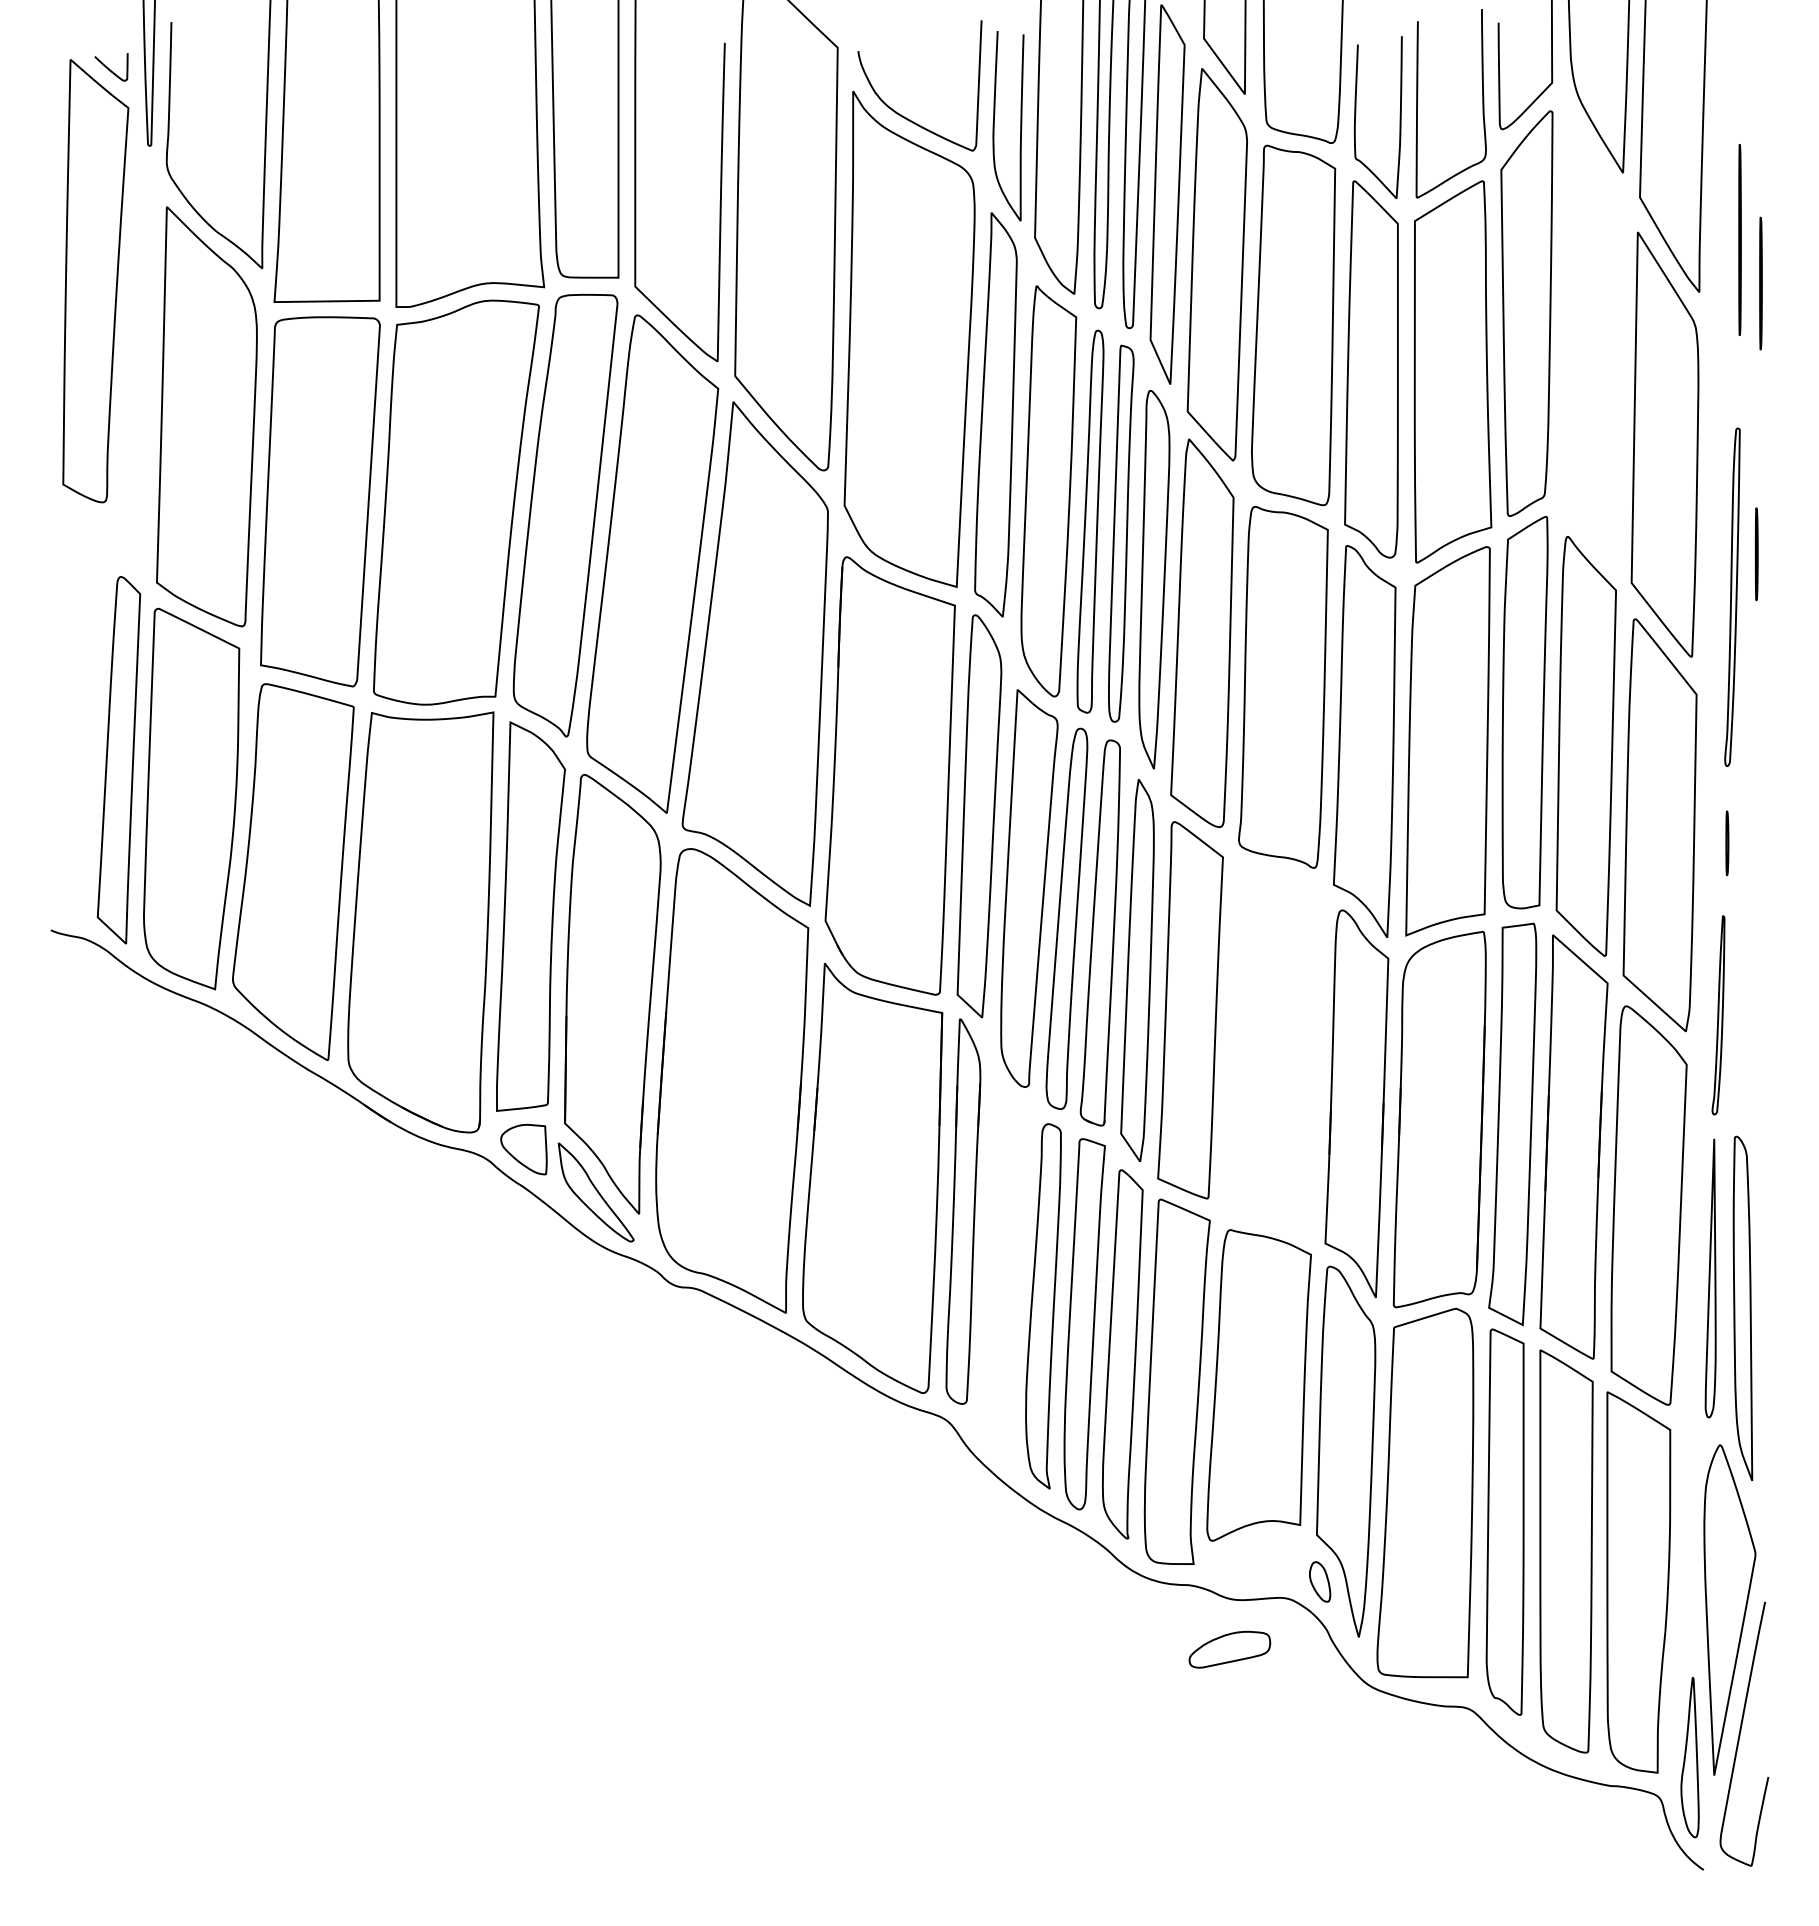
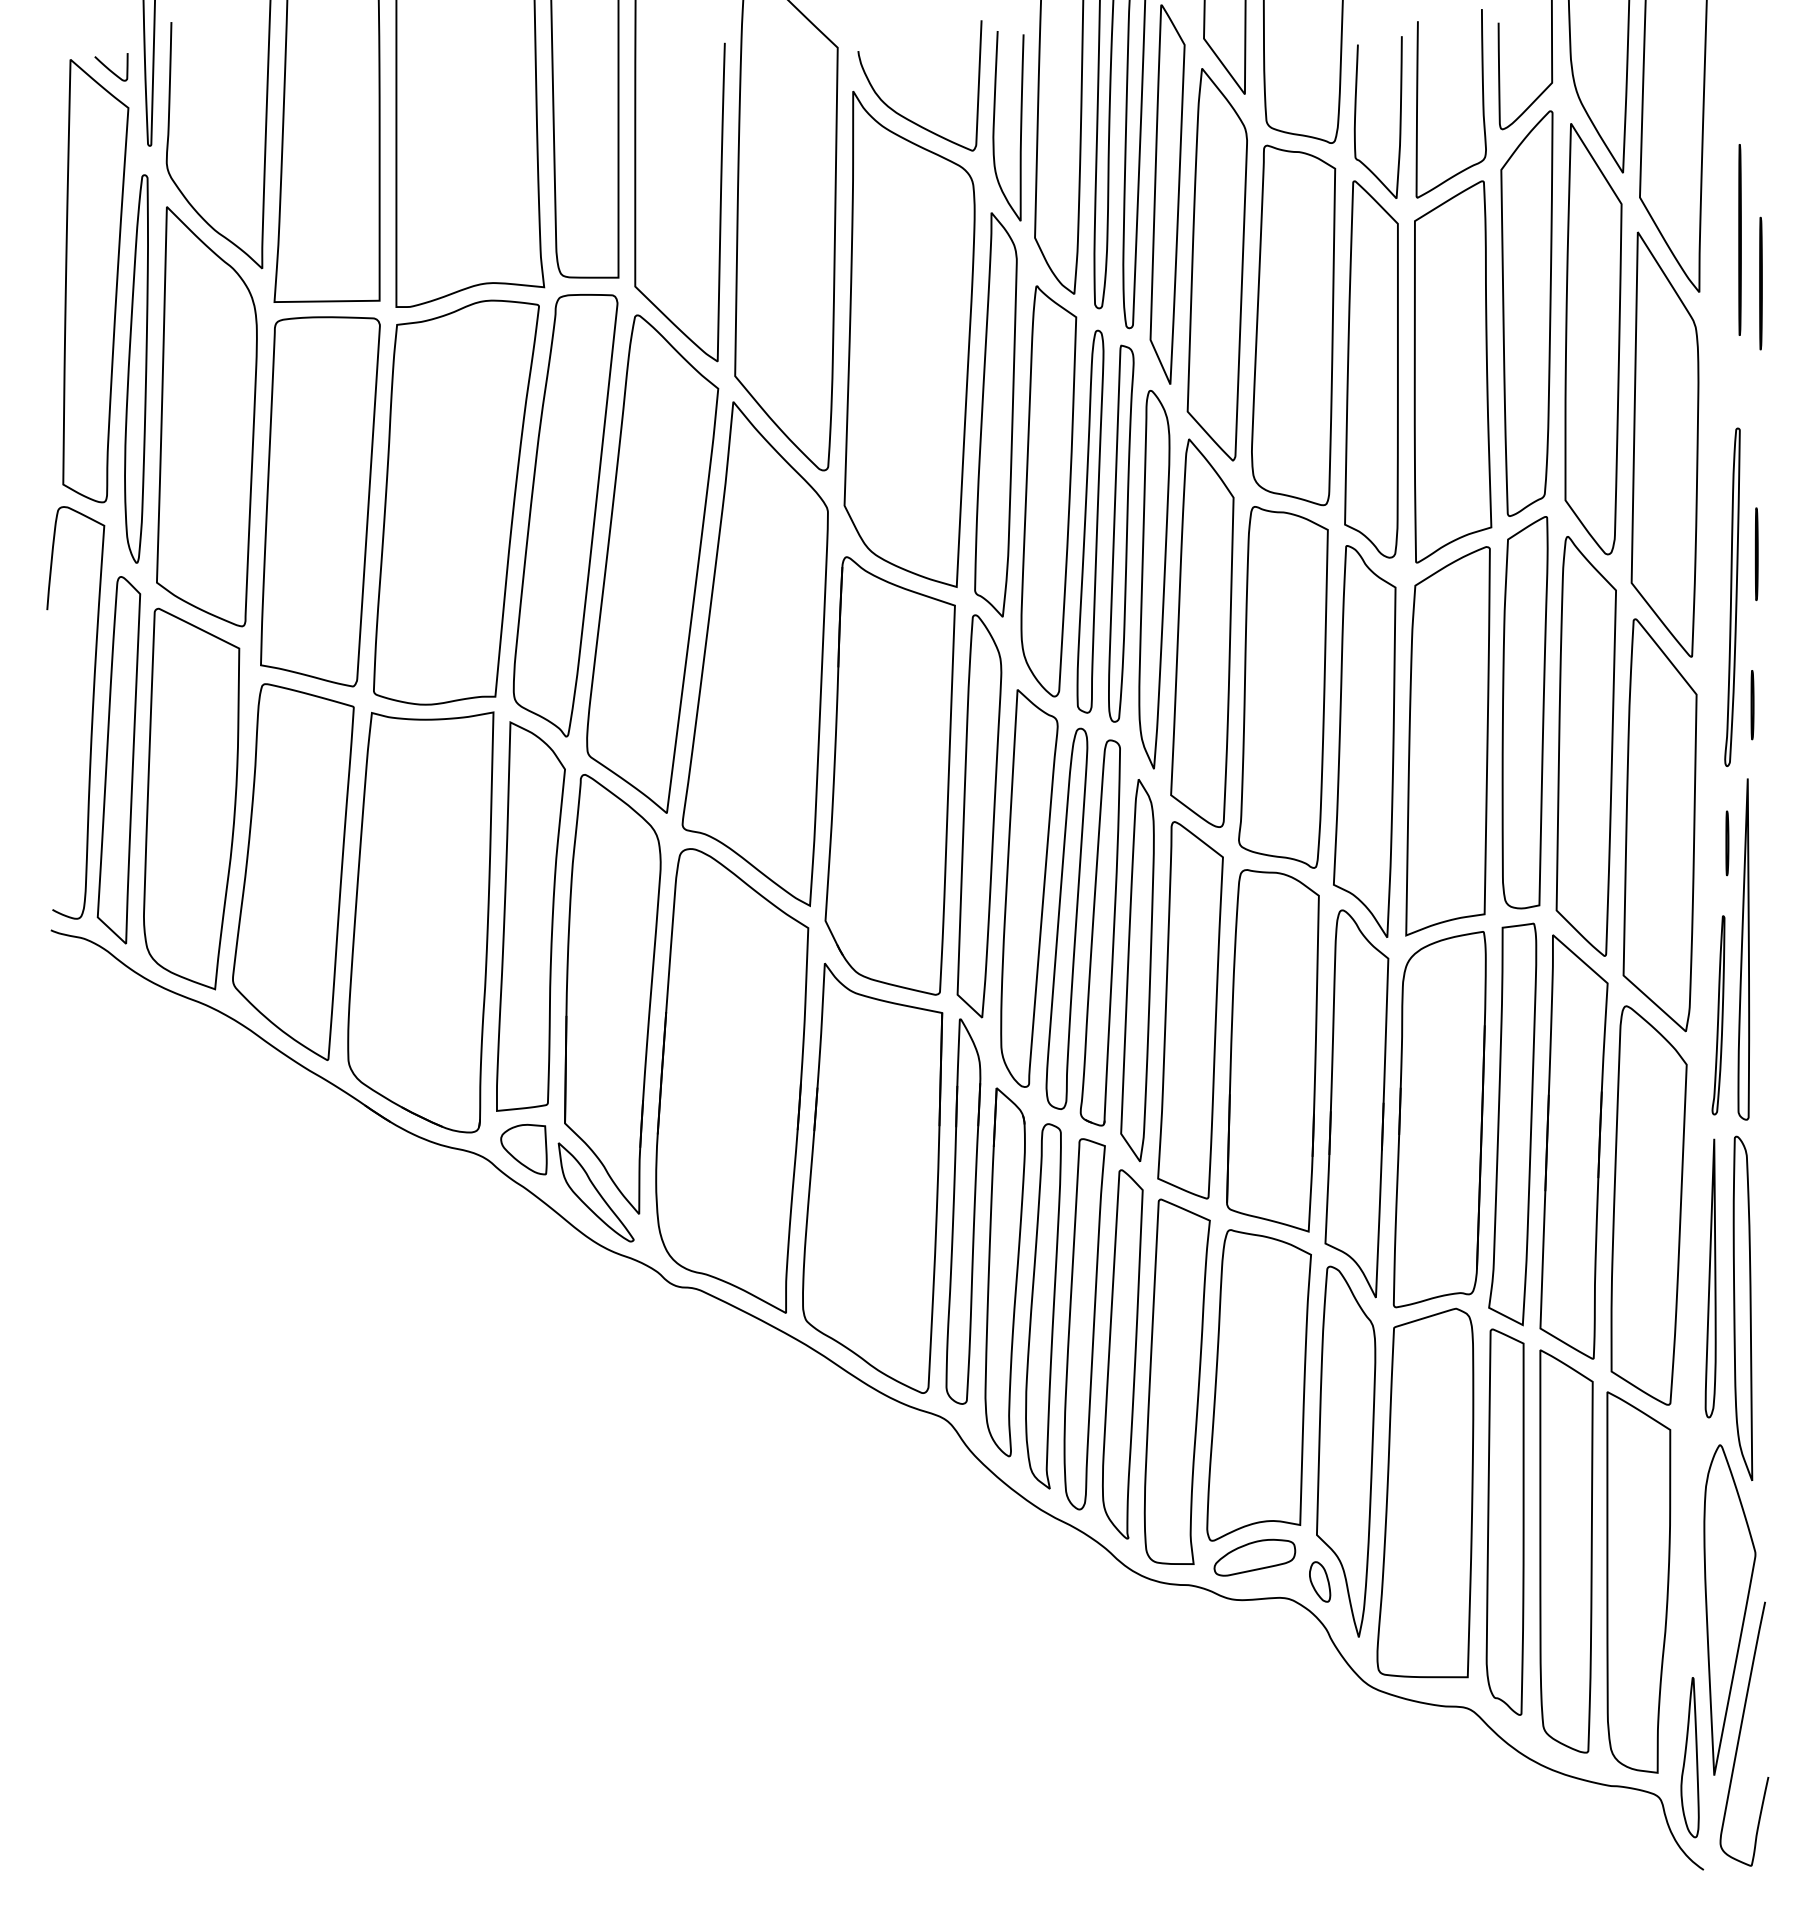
part at (1593, 339): none -> present
part at (136, 368): none -> present
line at (1752, 705): none -> present
curve at (91, 712): none -> present
part at (1743, 949): none -> present
part at (1272, 1050): none -> present
part at (1004, 1272): none -> present
part at (1229, 1649) position: (1229, 1649) -> (1254, 1557)
